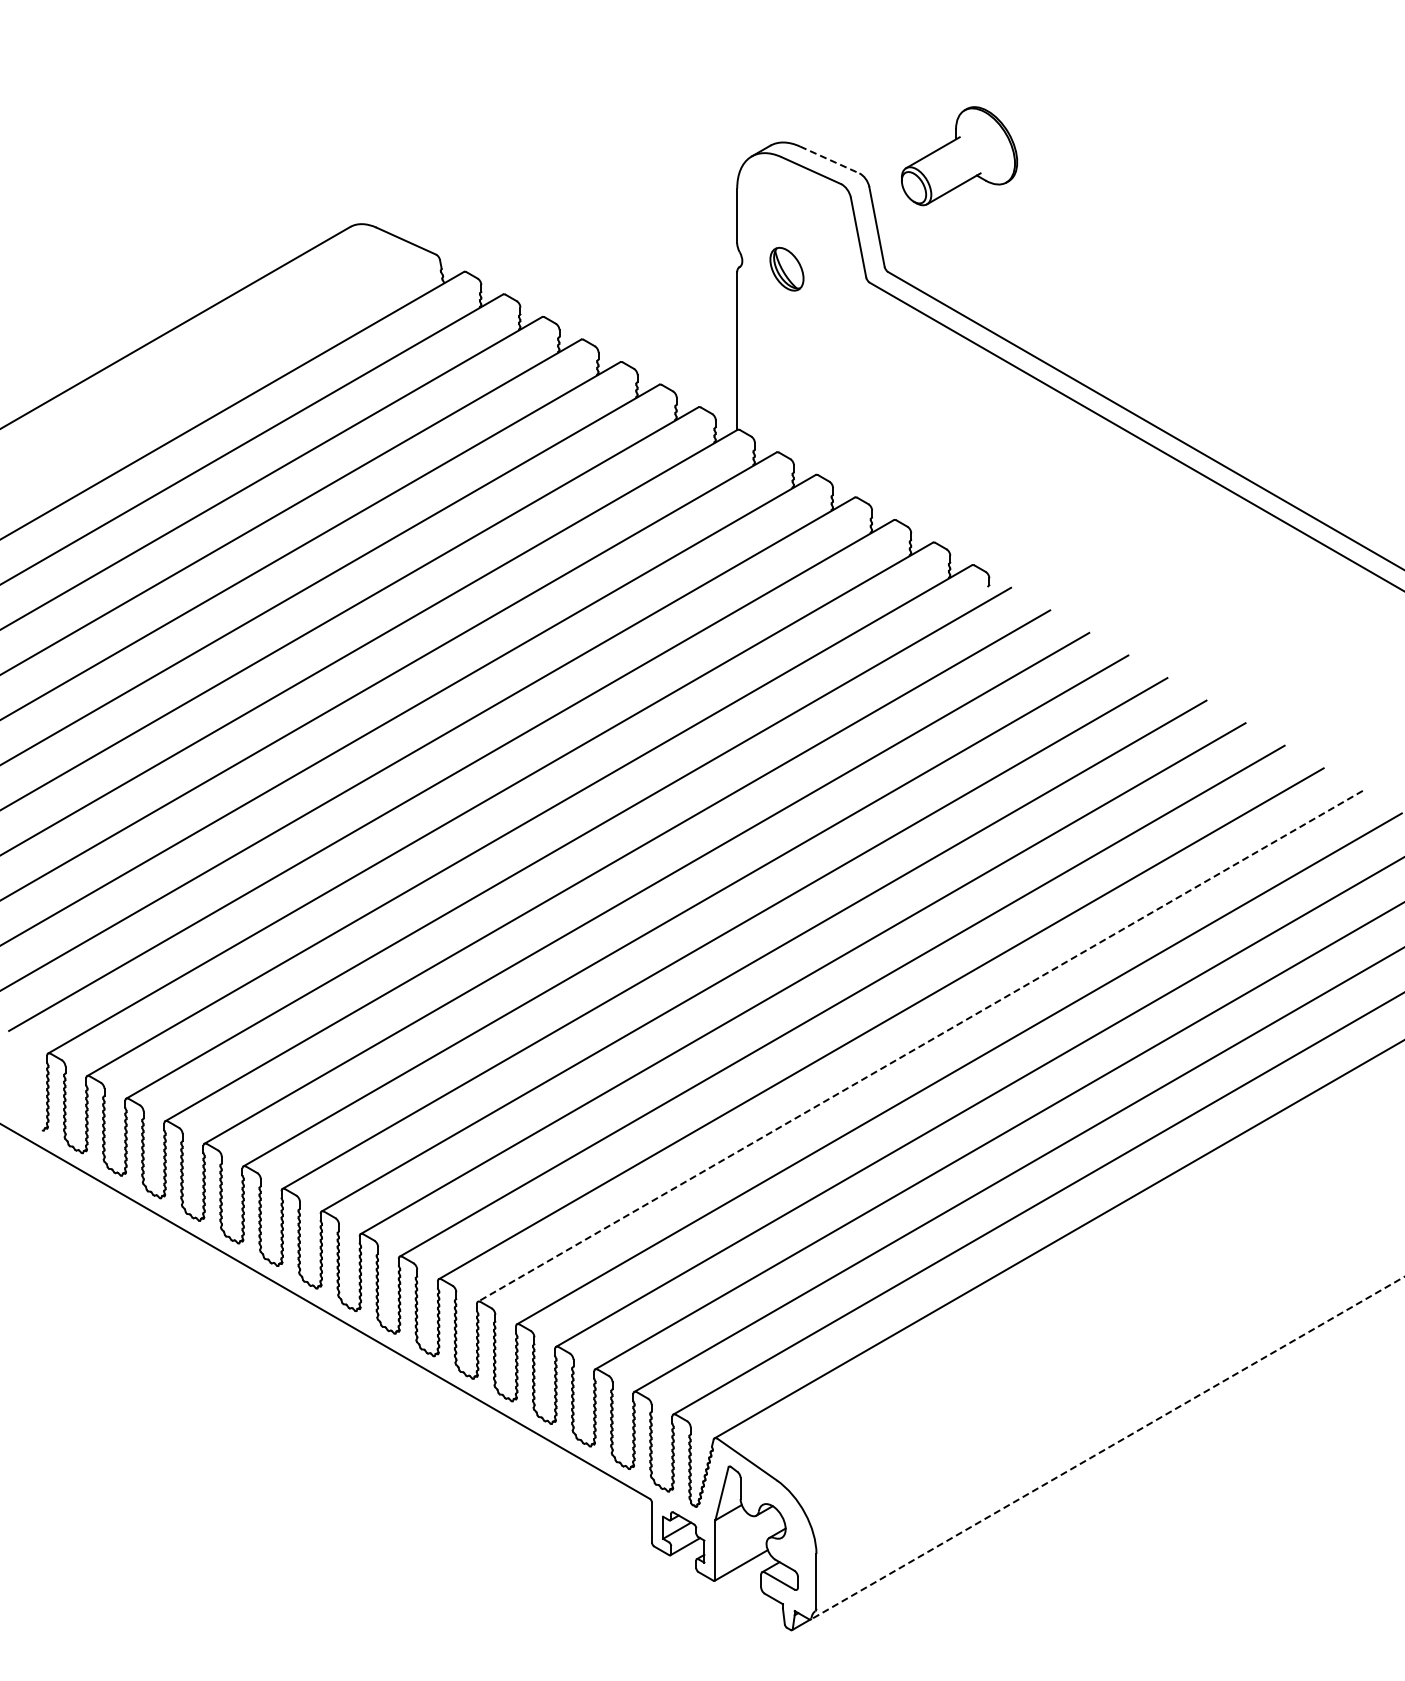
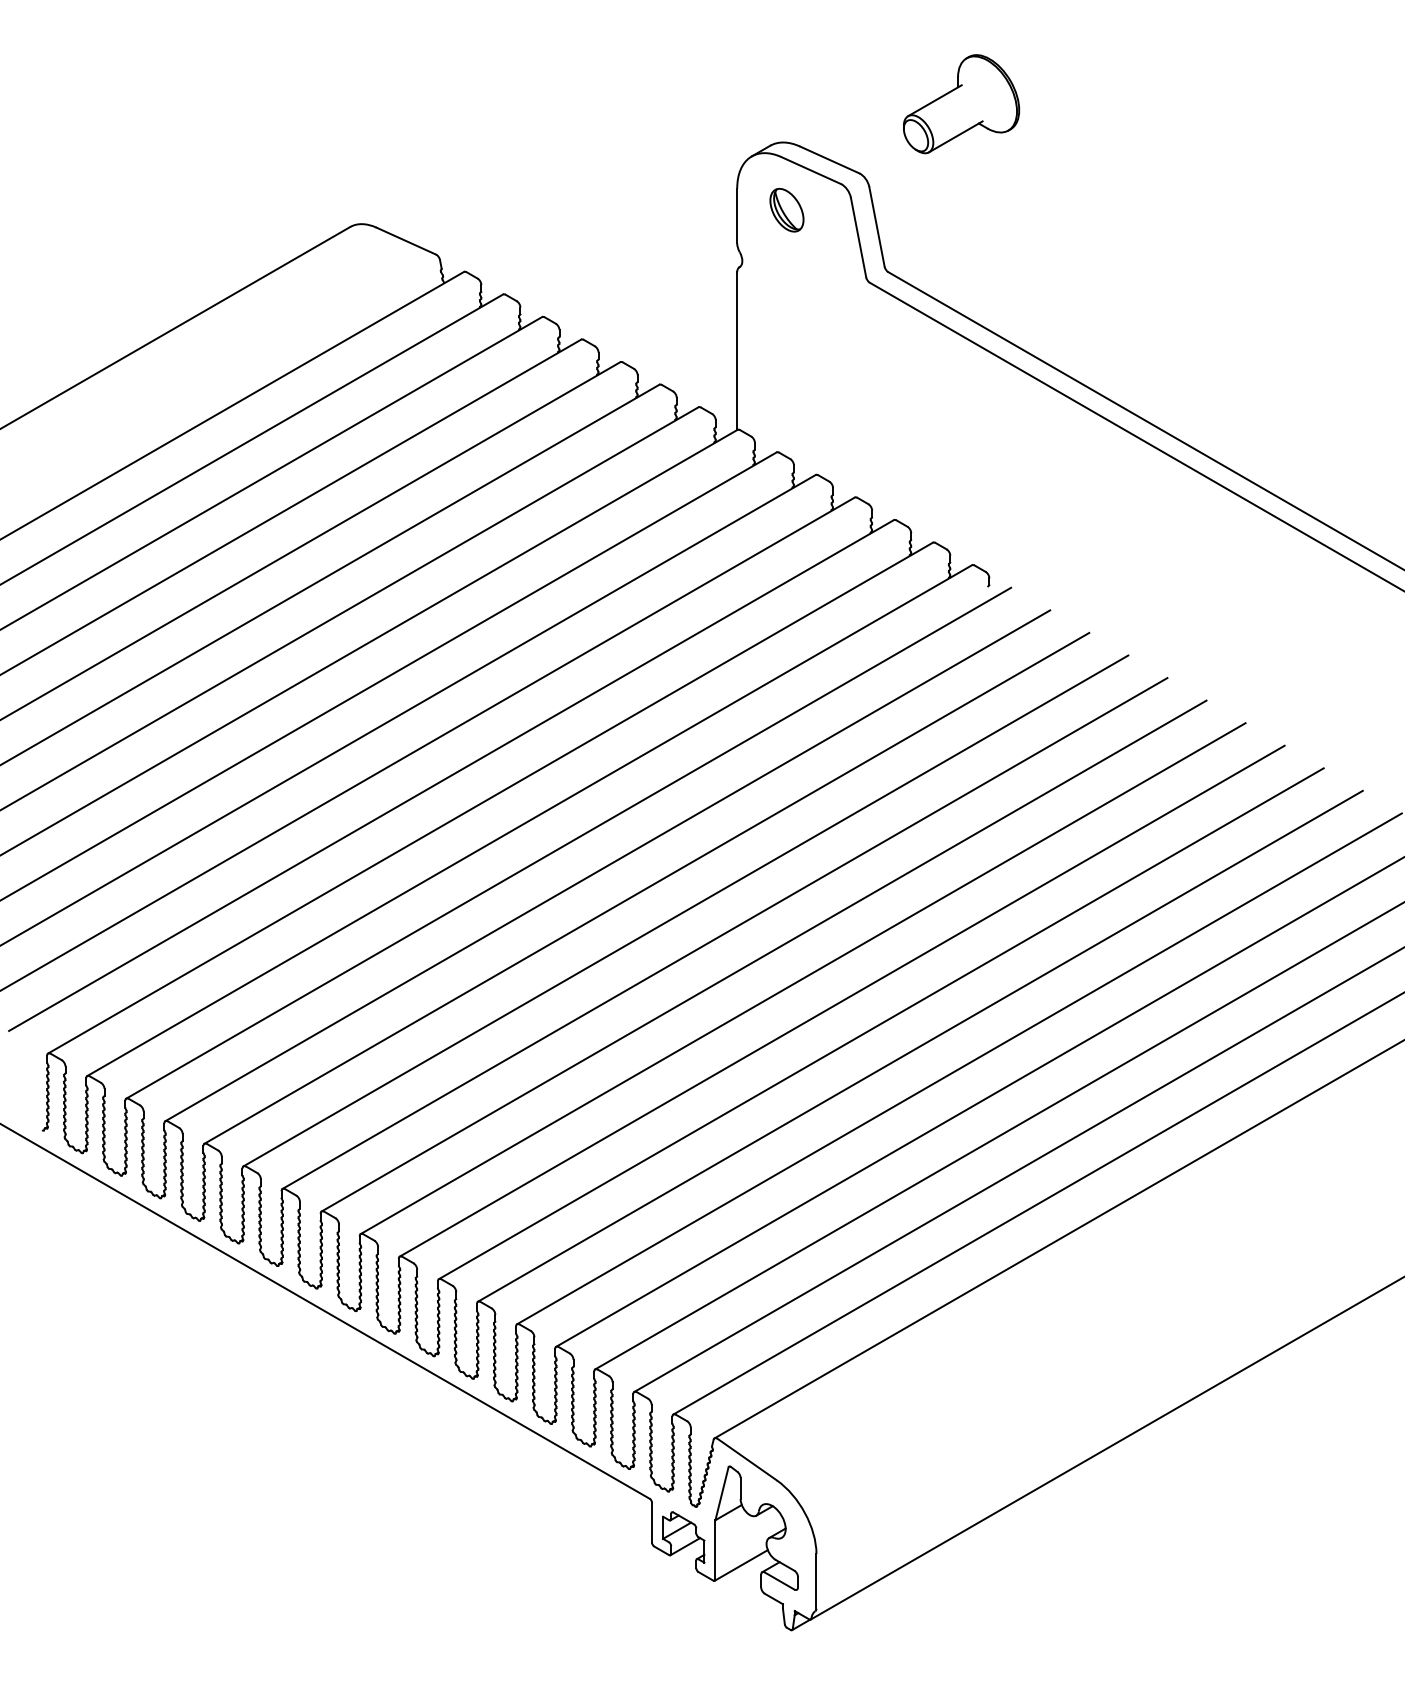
part at (959, 156) position: (959, 156) -> (961, 104)
line at (829, 159): dashed -> solid
part at (786, 268) position: (786, 268) -> (786, 209)
line at (920, 1046): dashed -> solid
line at (1107, 1448): dashed -> solid
